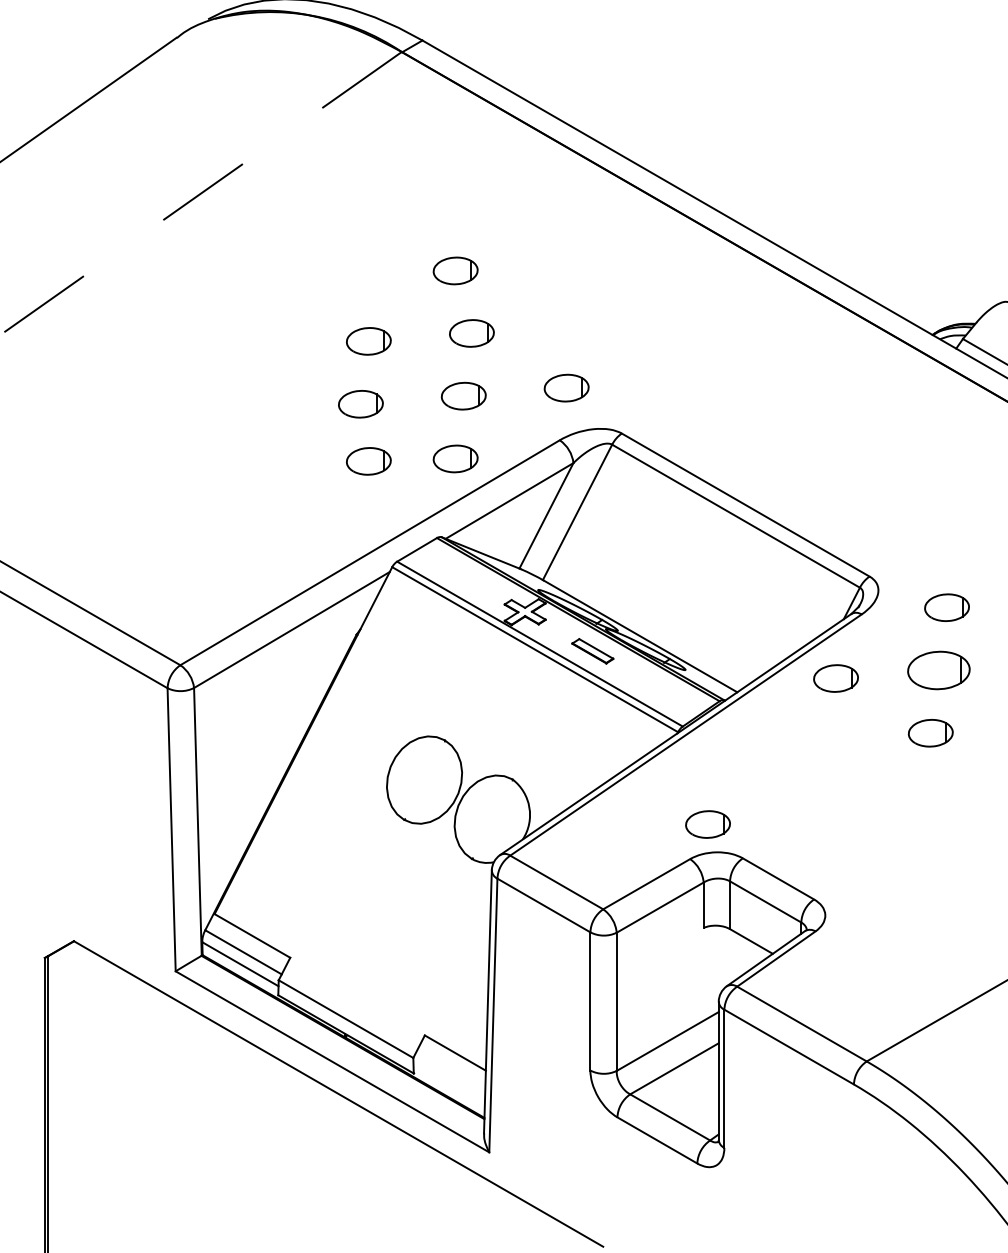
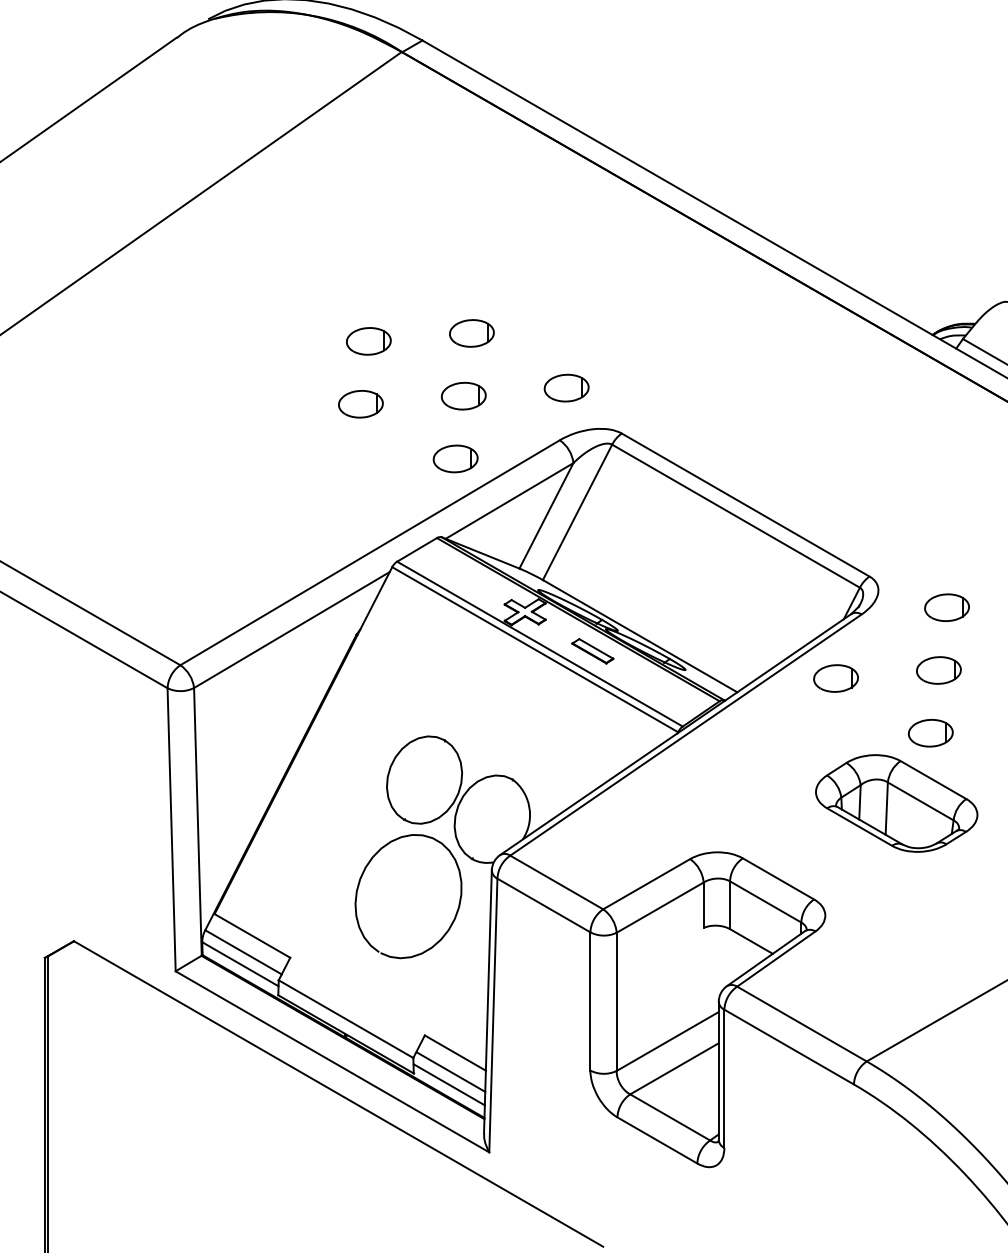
line at (201, 193): dashed -> solid
part at (455, 270): present -> none
part at (368, 461): present -> none
part at (938, 670) size: 64x41 px -> 46x29 px
part at (896, 803): none -> present
part at (707, 824): present -> none
curve at (361, 879): none -> present
line at (450, 1071): none -> present
line at (448, 1084): none -> present
